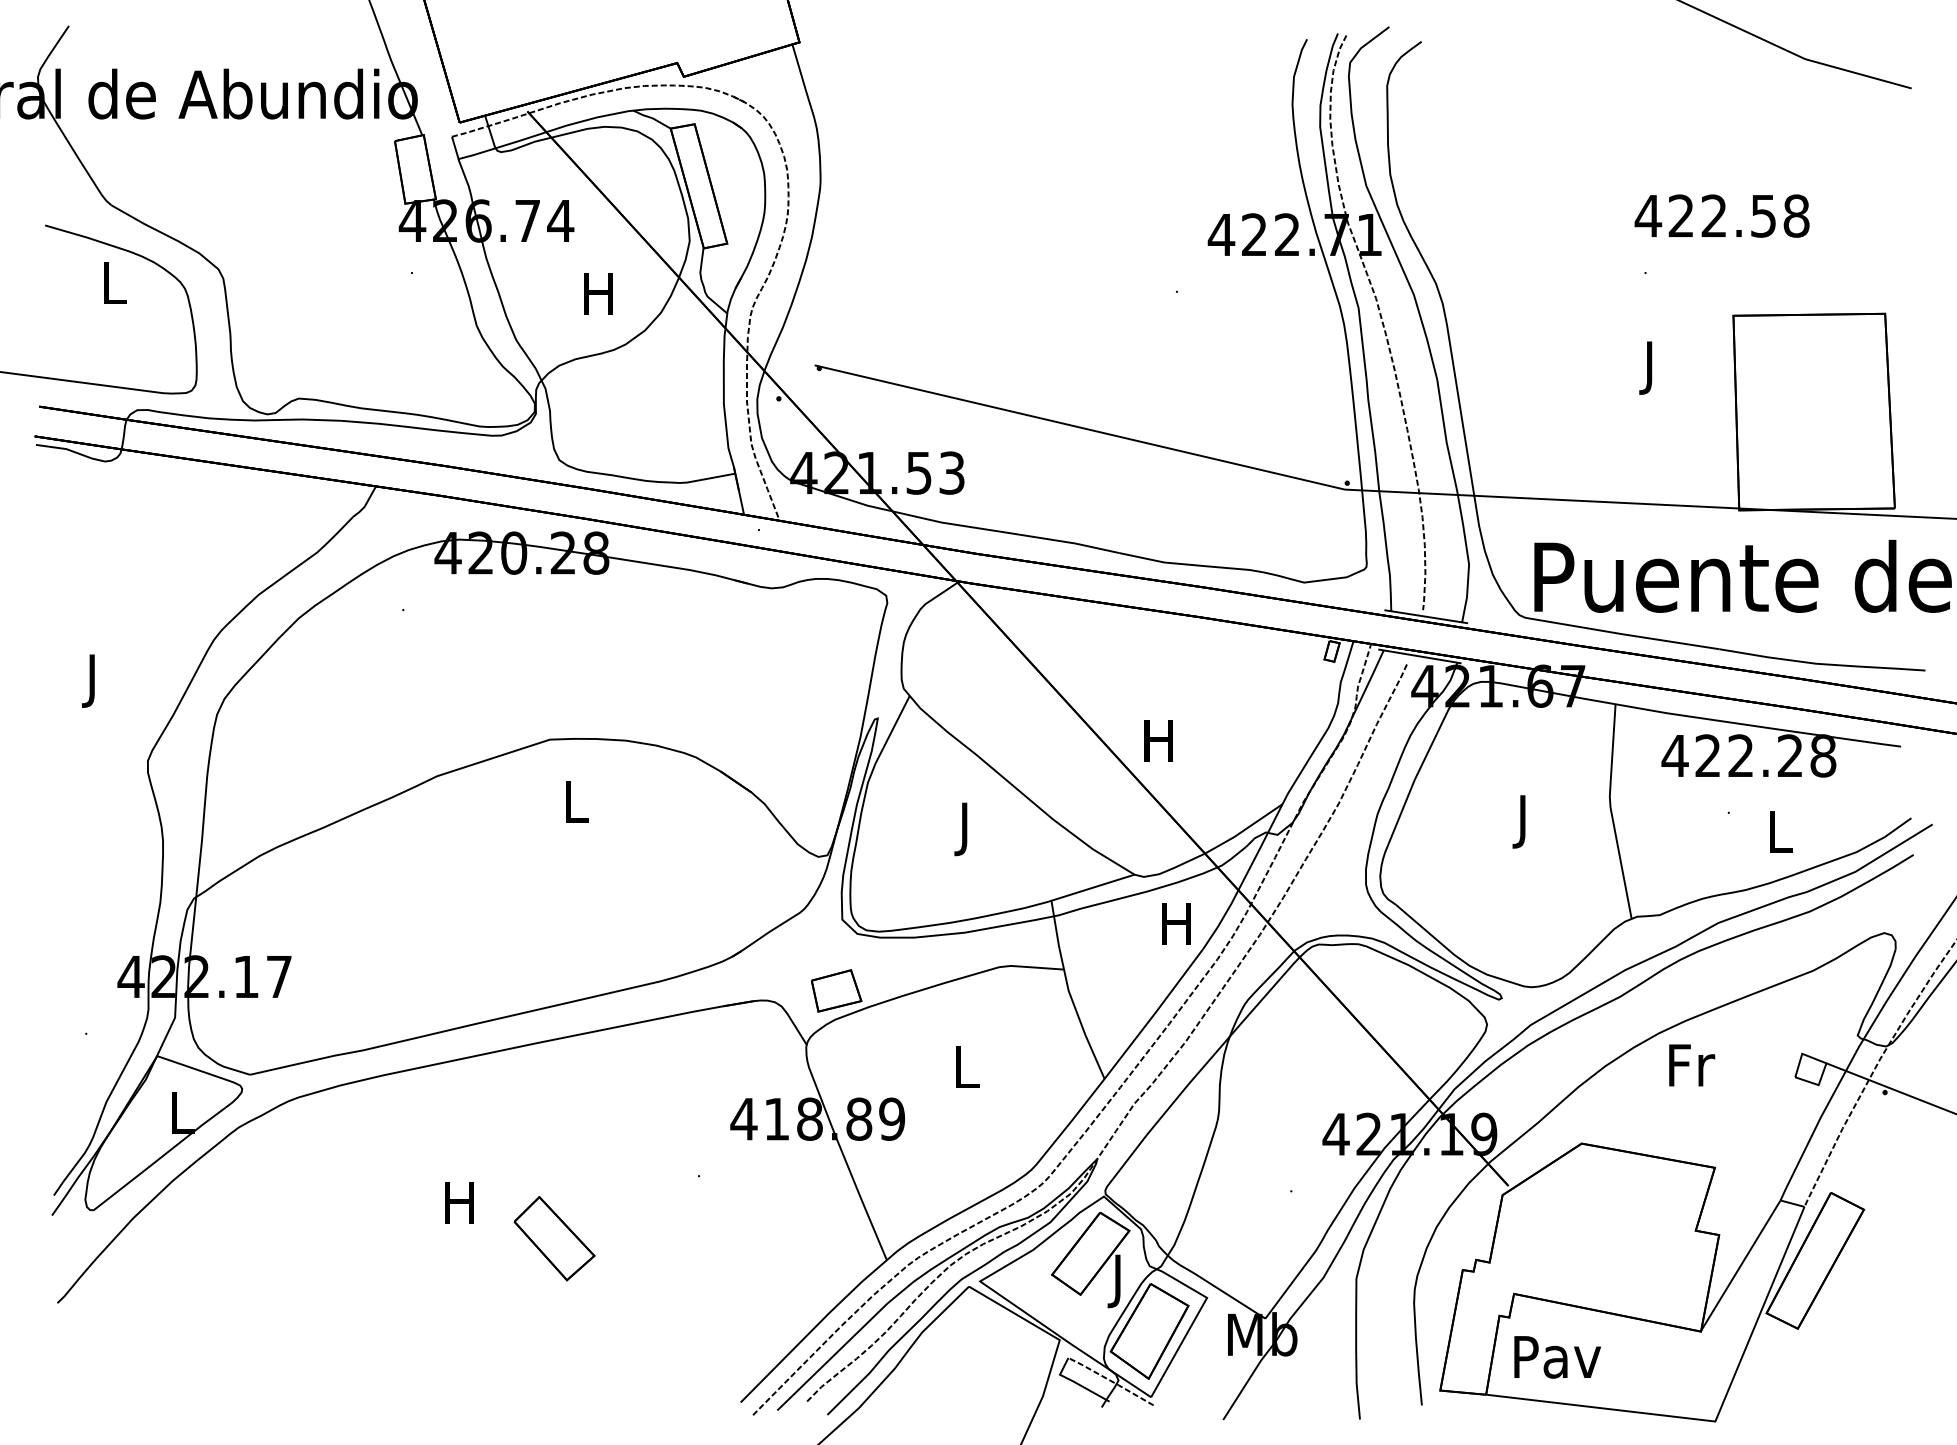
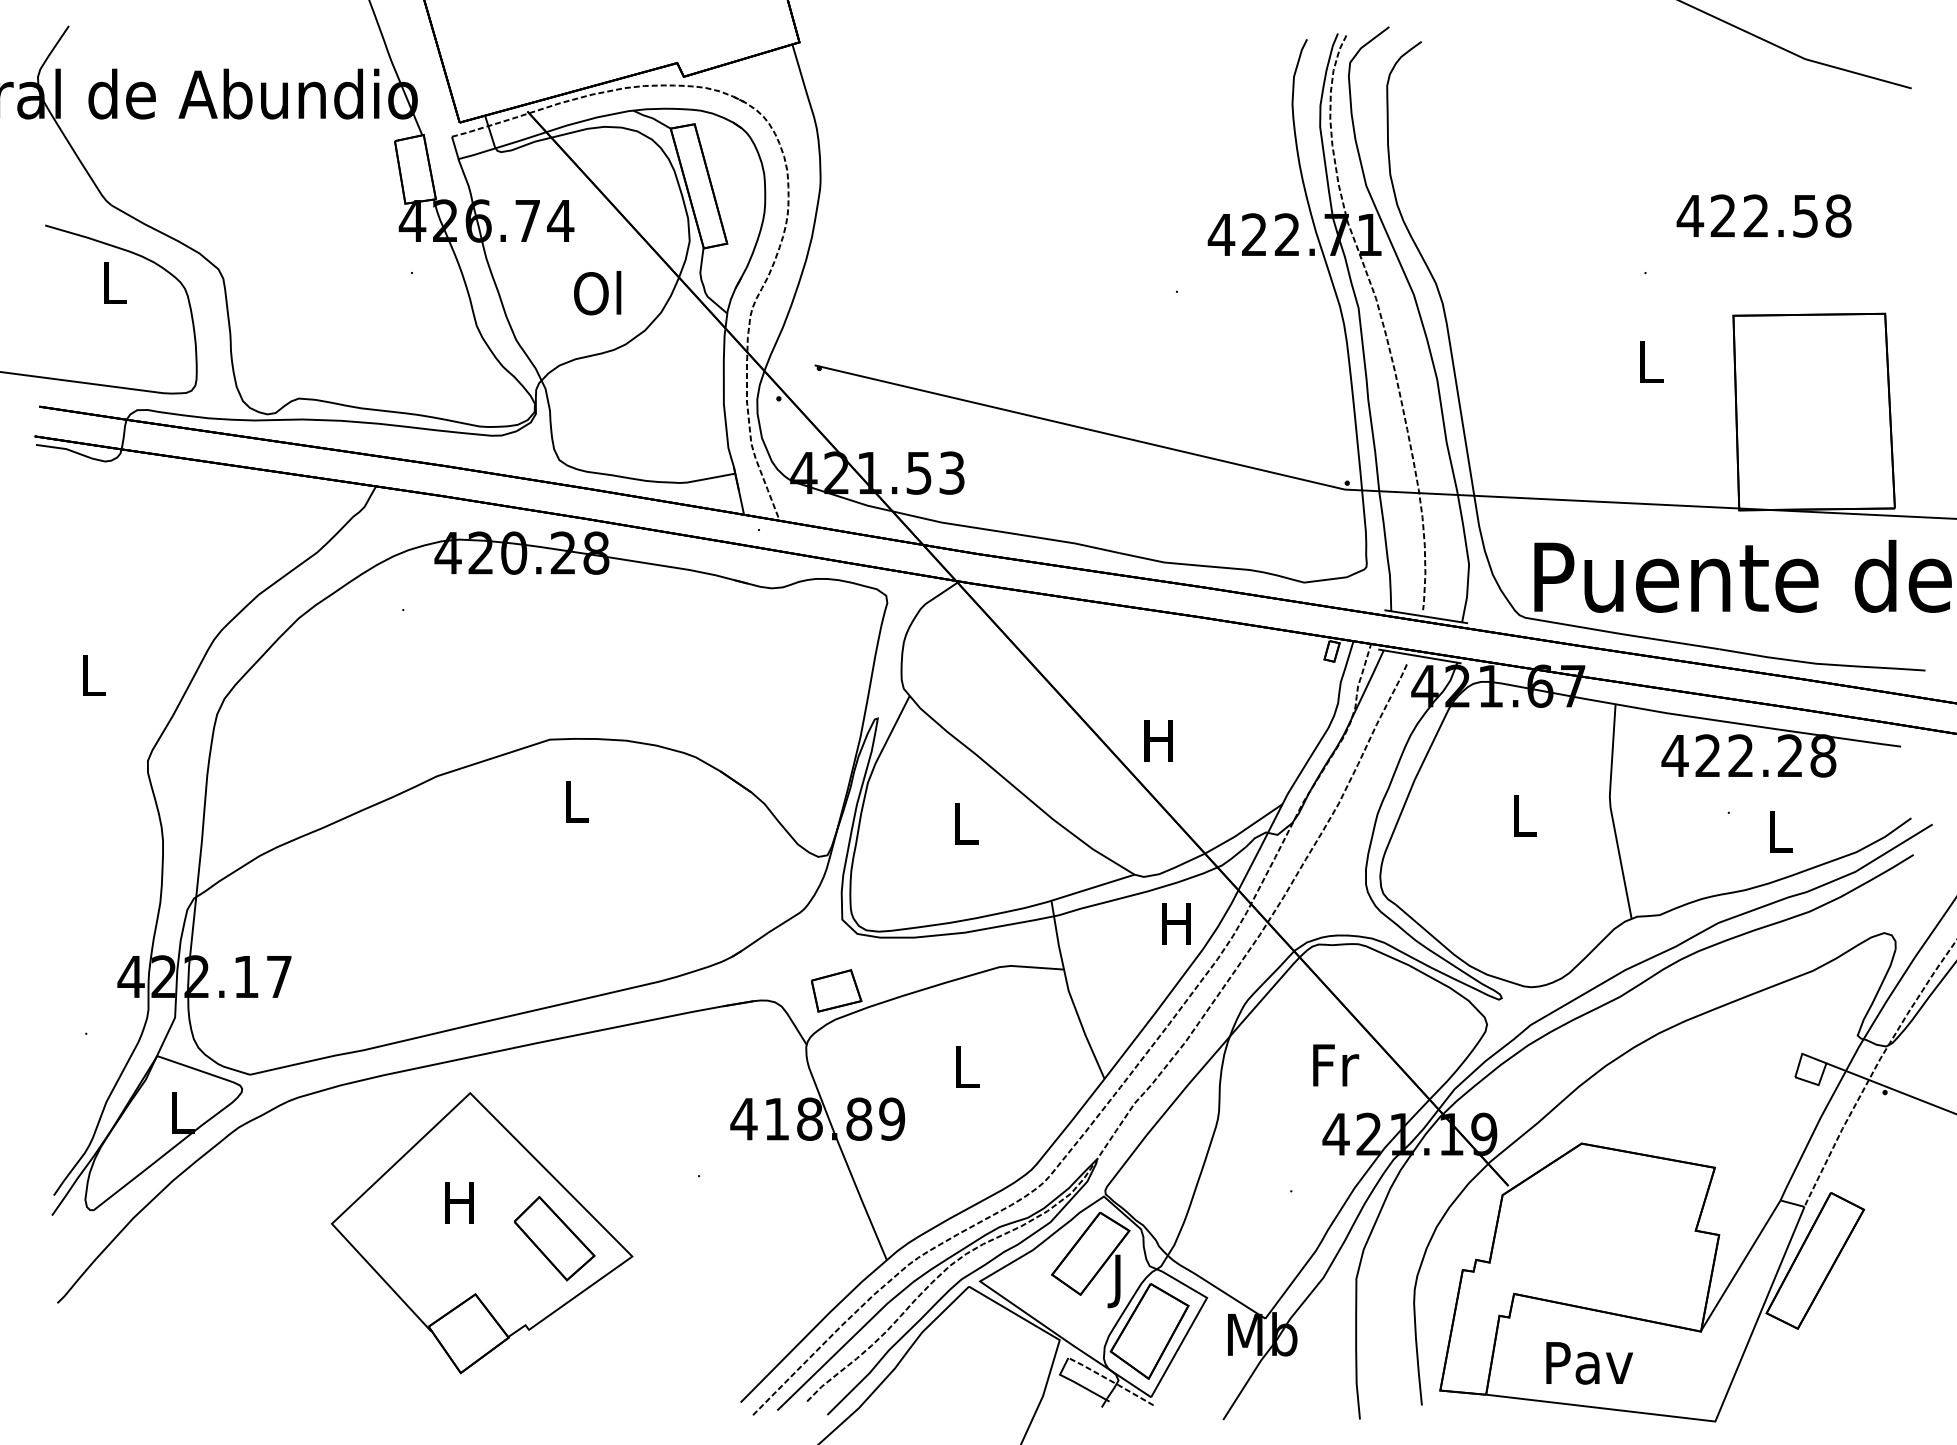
text at (1721, 215) position: (1721, 215) -> (1763, 215)
text at (597, 293): H -> Ol
text at (1651, 367): J -> L
text at (93, 680): J -> L
text at (1524, 821): J -> L
text at (966, 829): J -> L
text at (1692, 1065) position: (1692, 1065) -> (1336, 1065)
part at (481, 1233): none -> present
text at (1557, 1357) position: (1557, 1357) -> (1589, 1363)
